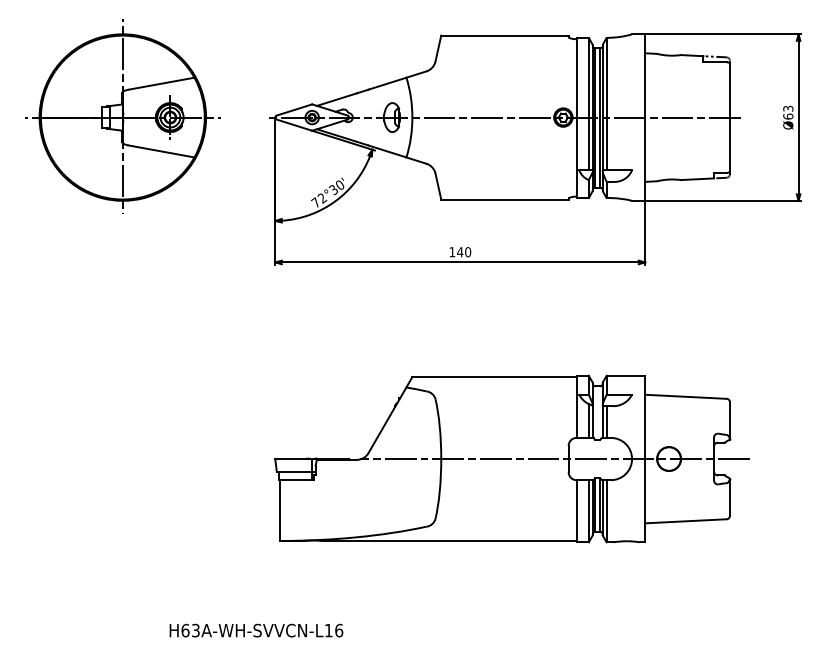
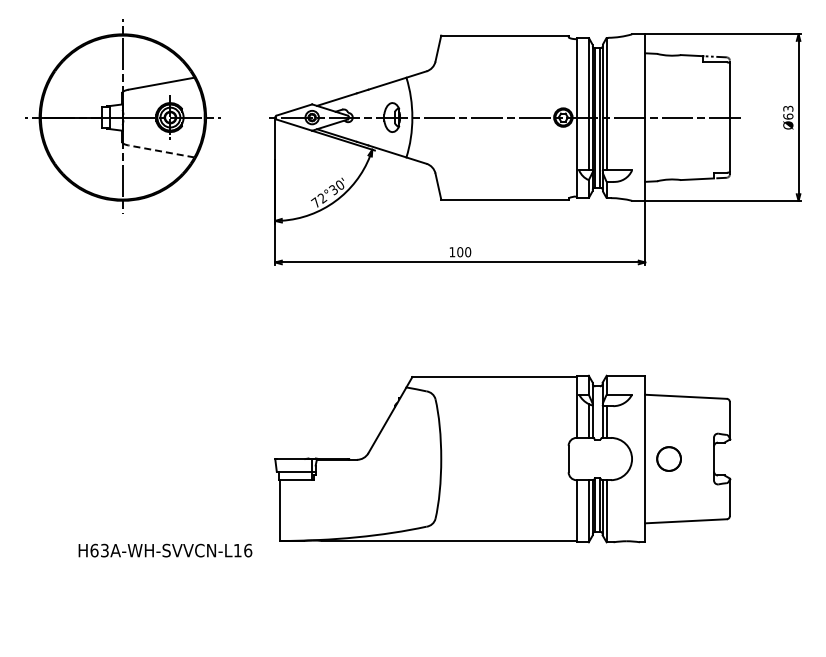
line at (161, 151): solid -> dashed
text at (460, 252): 140 -> 100
line at (554, 459): present -> none
text at (256, 630) position: (256, 630) -> (165, 550)
